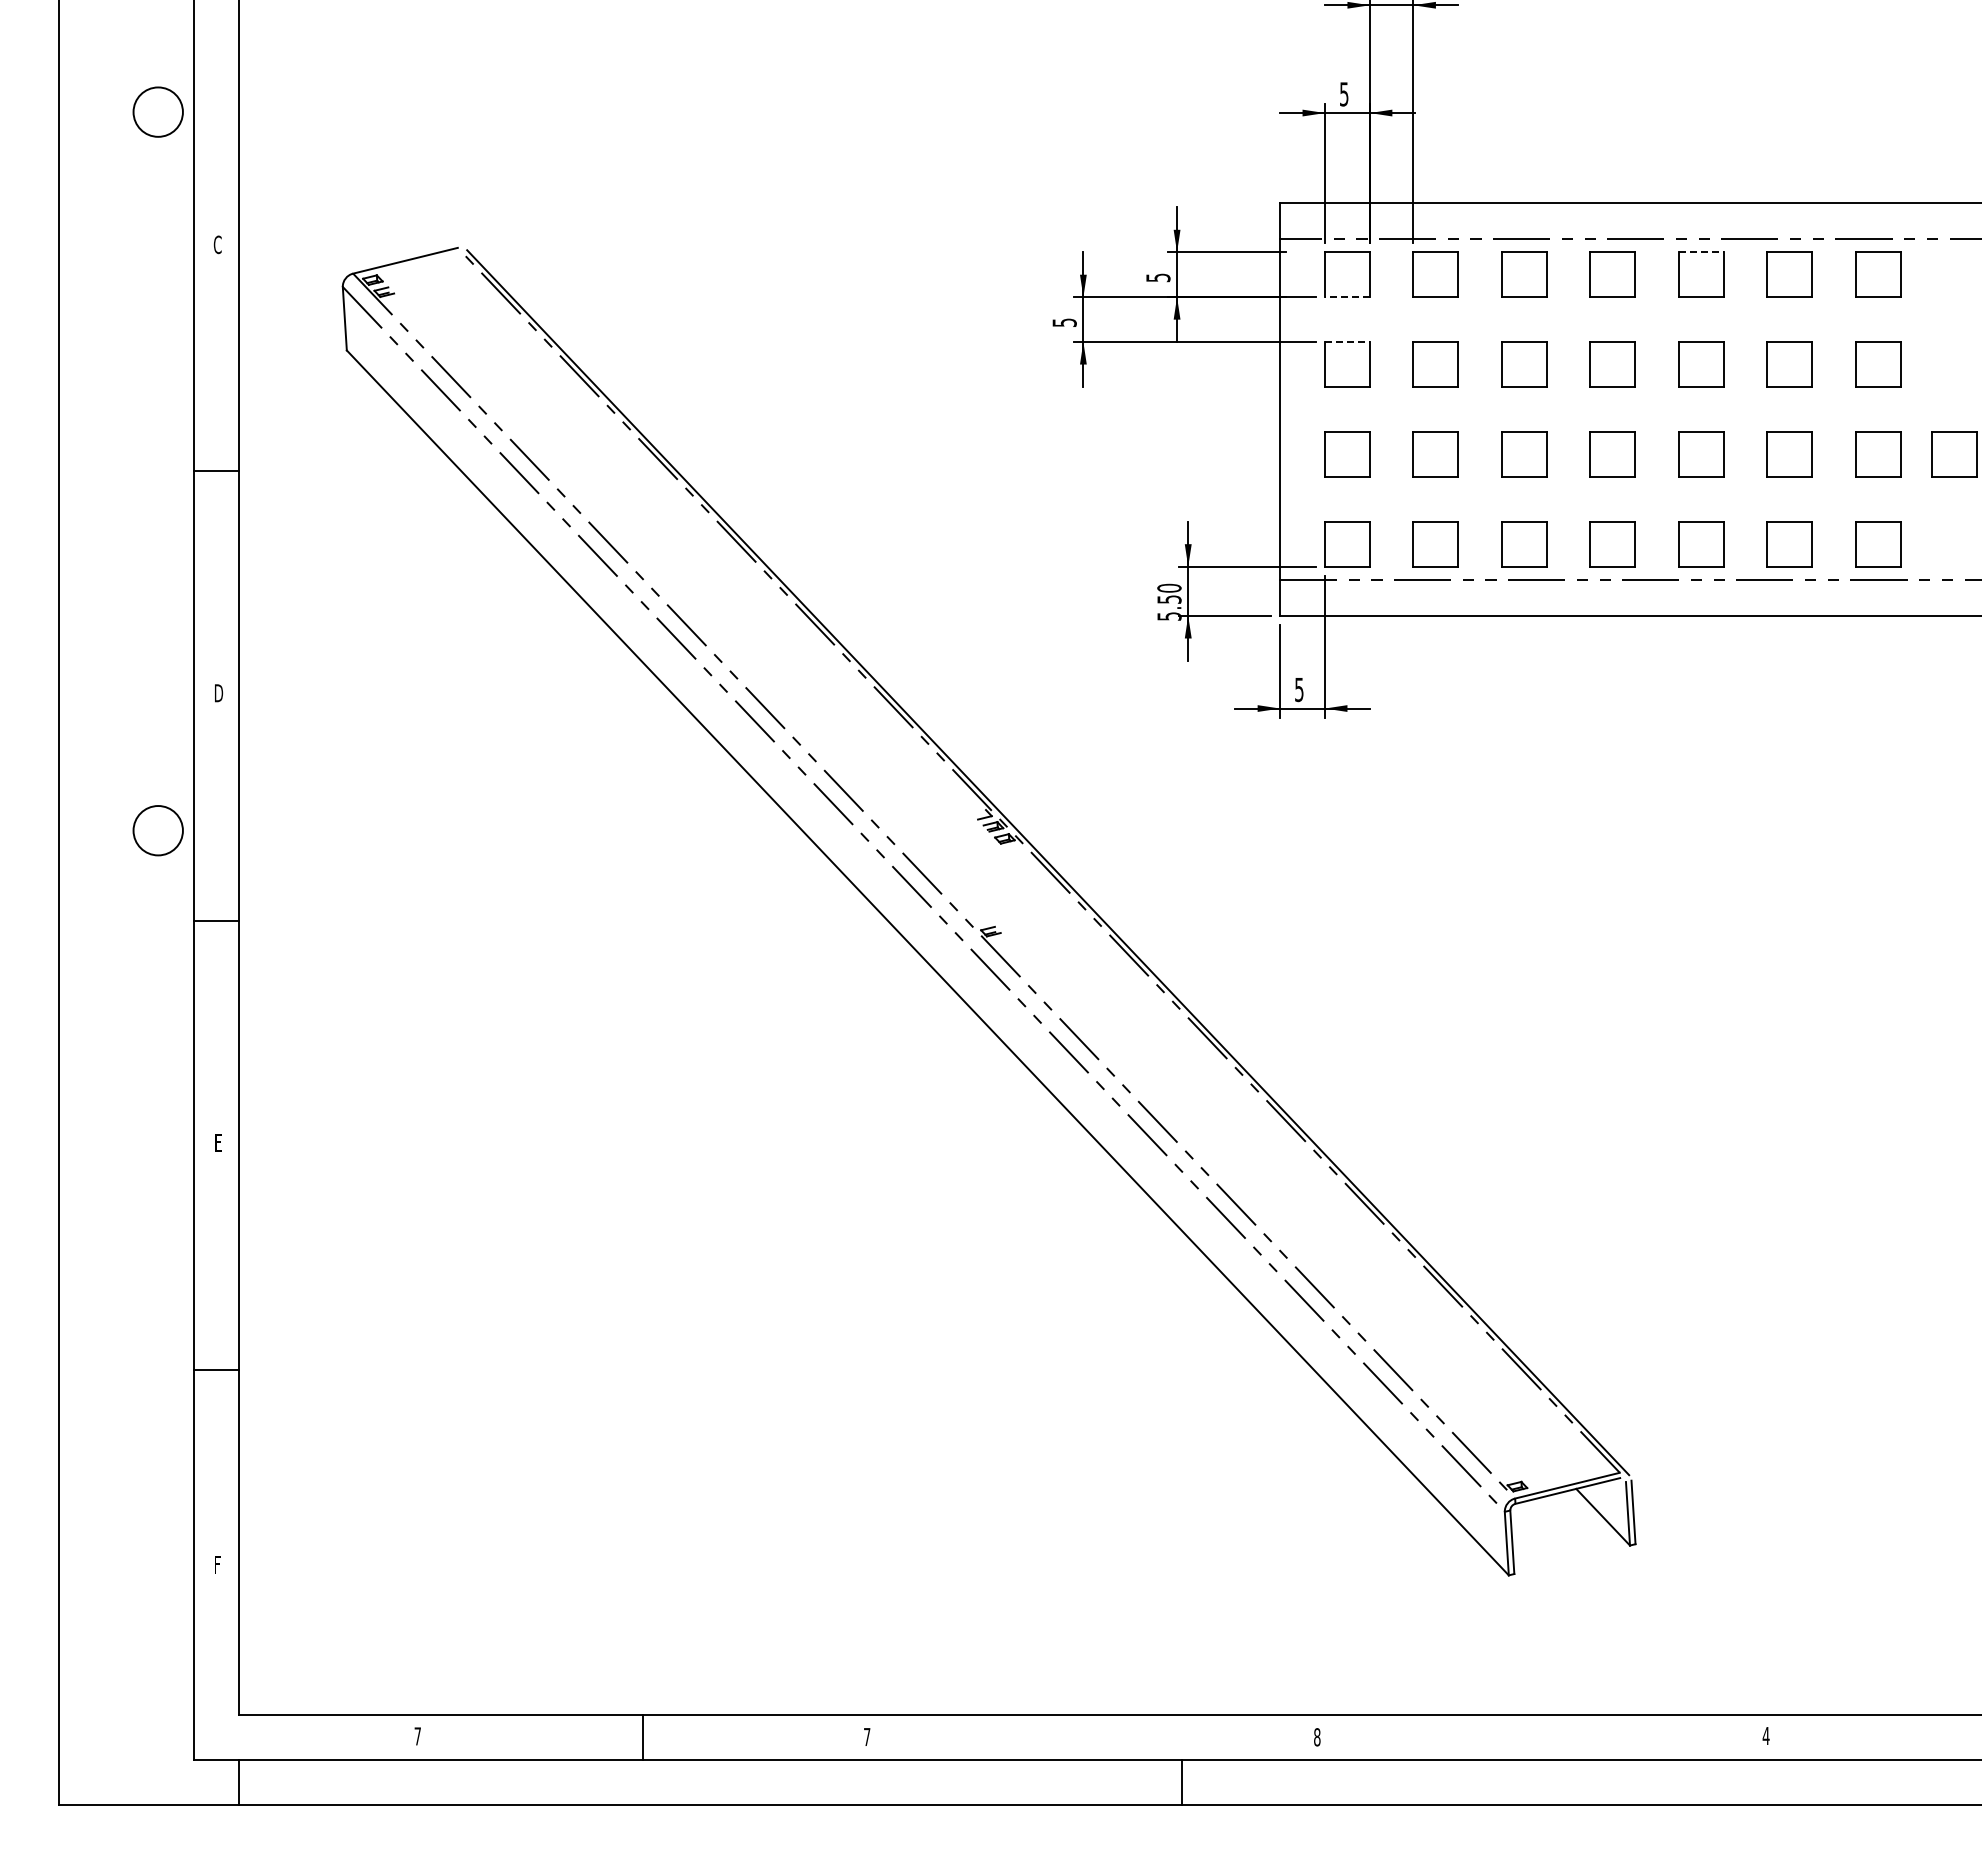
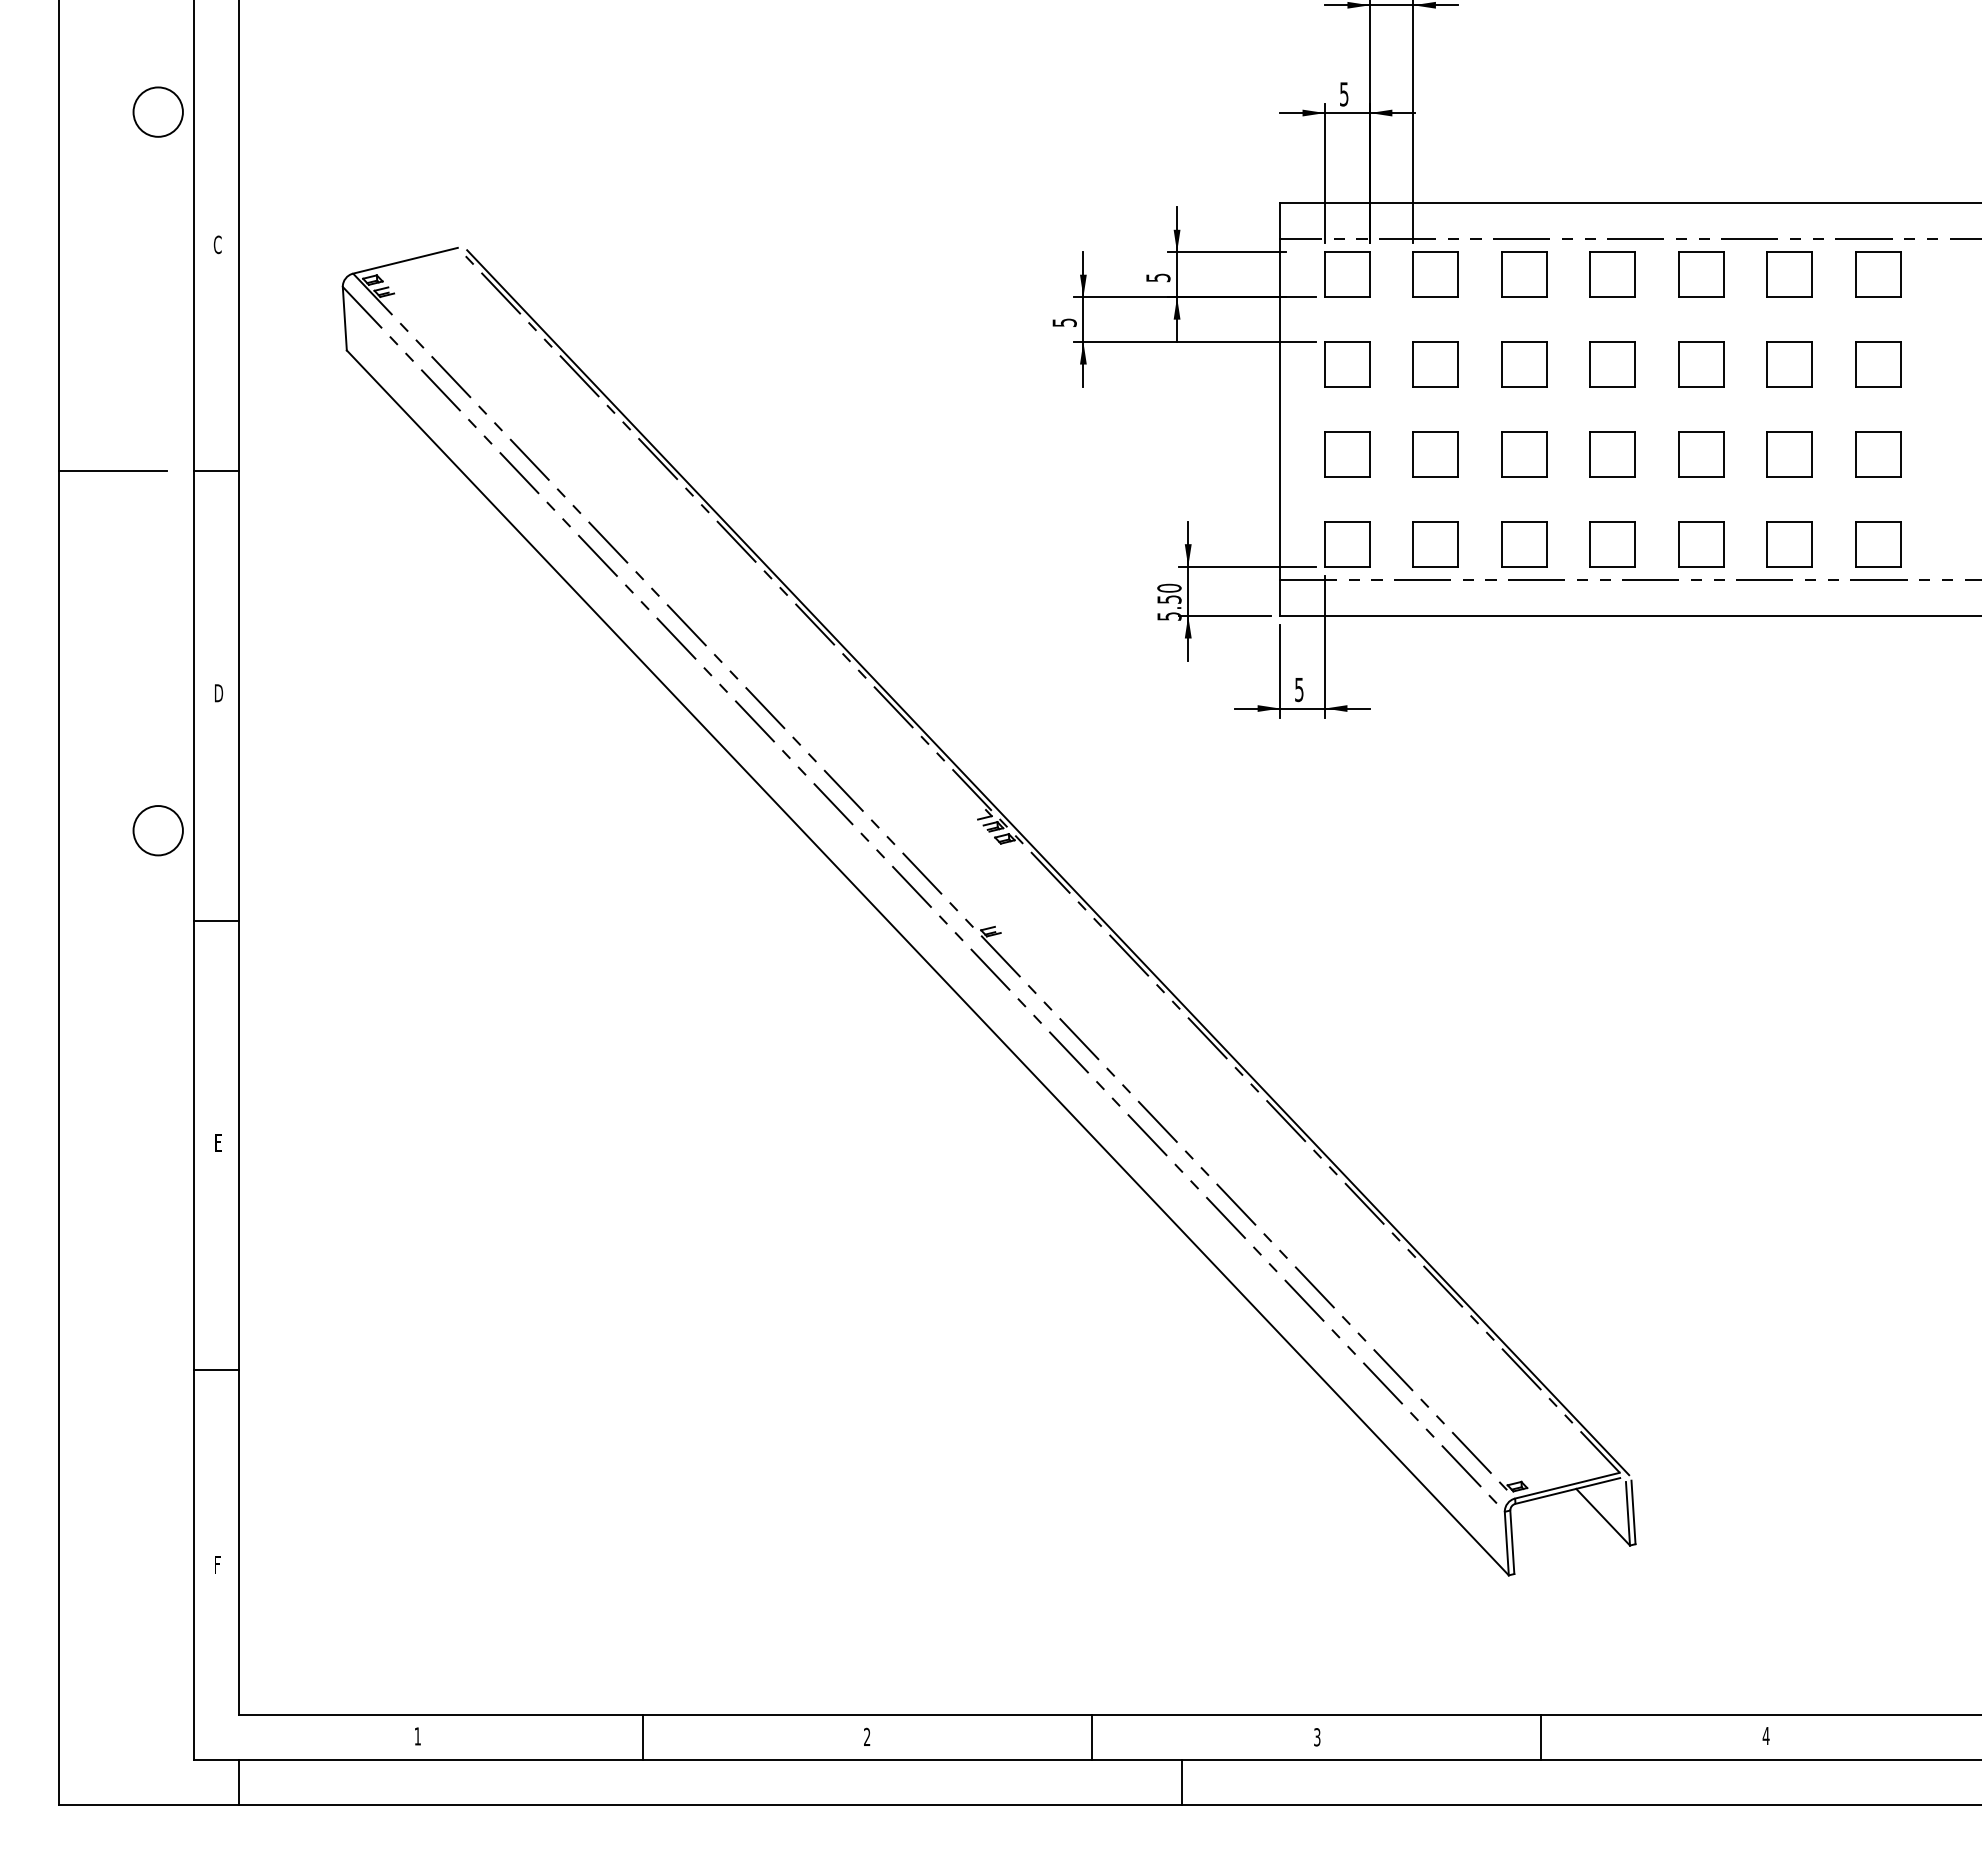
line at (1701, 252): dashed -> solid
line at (1346, 297): dashed -> solid
line at (1347, 342): dashed -> solid
part at (1954, 454): present -> none
line at (113, 471): none -> present
text at (417, 1736): 7 -> 1
text at (867, 1736): 7 -> 2
line at (1092, 1737): none -> present
text at (1317, 1737): 8 -> 3
line at (1541, 1737): none -> present
